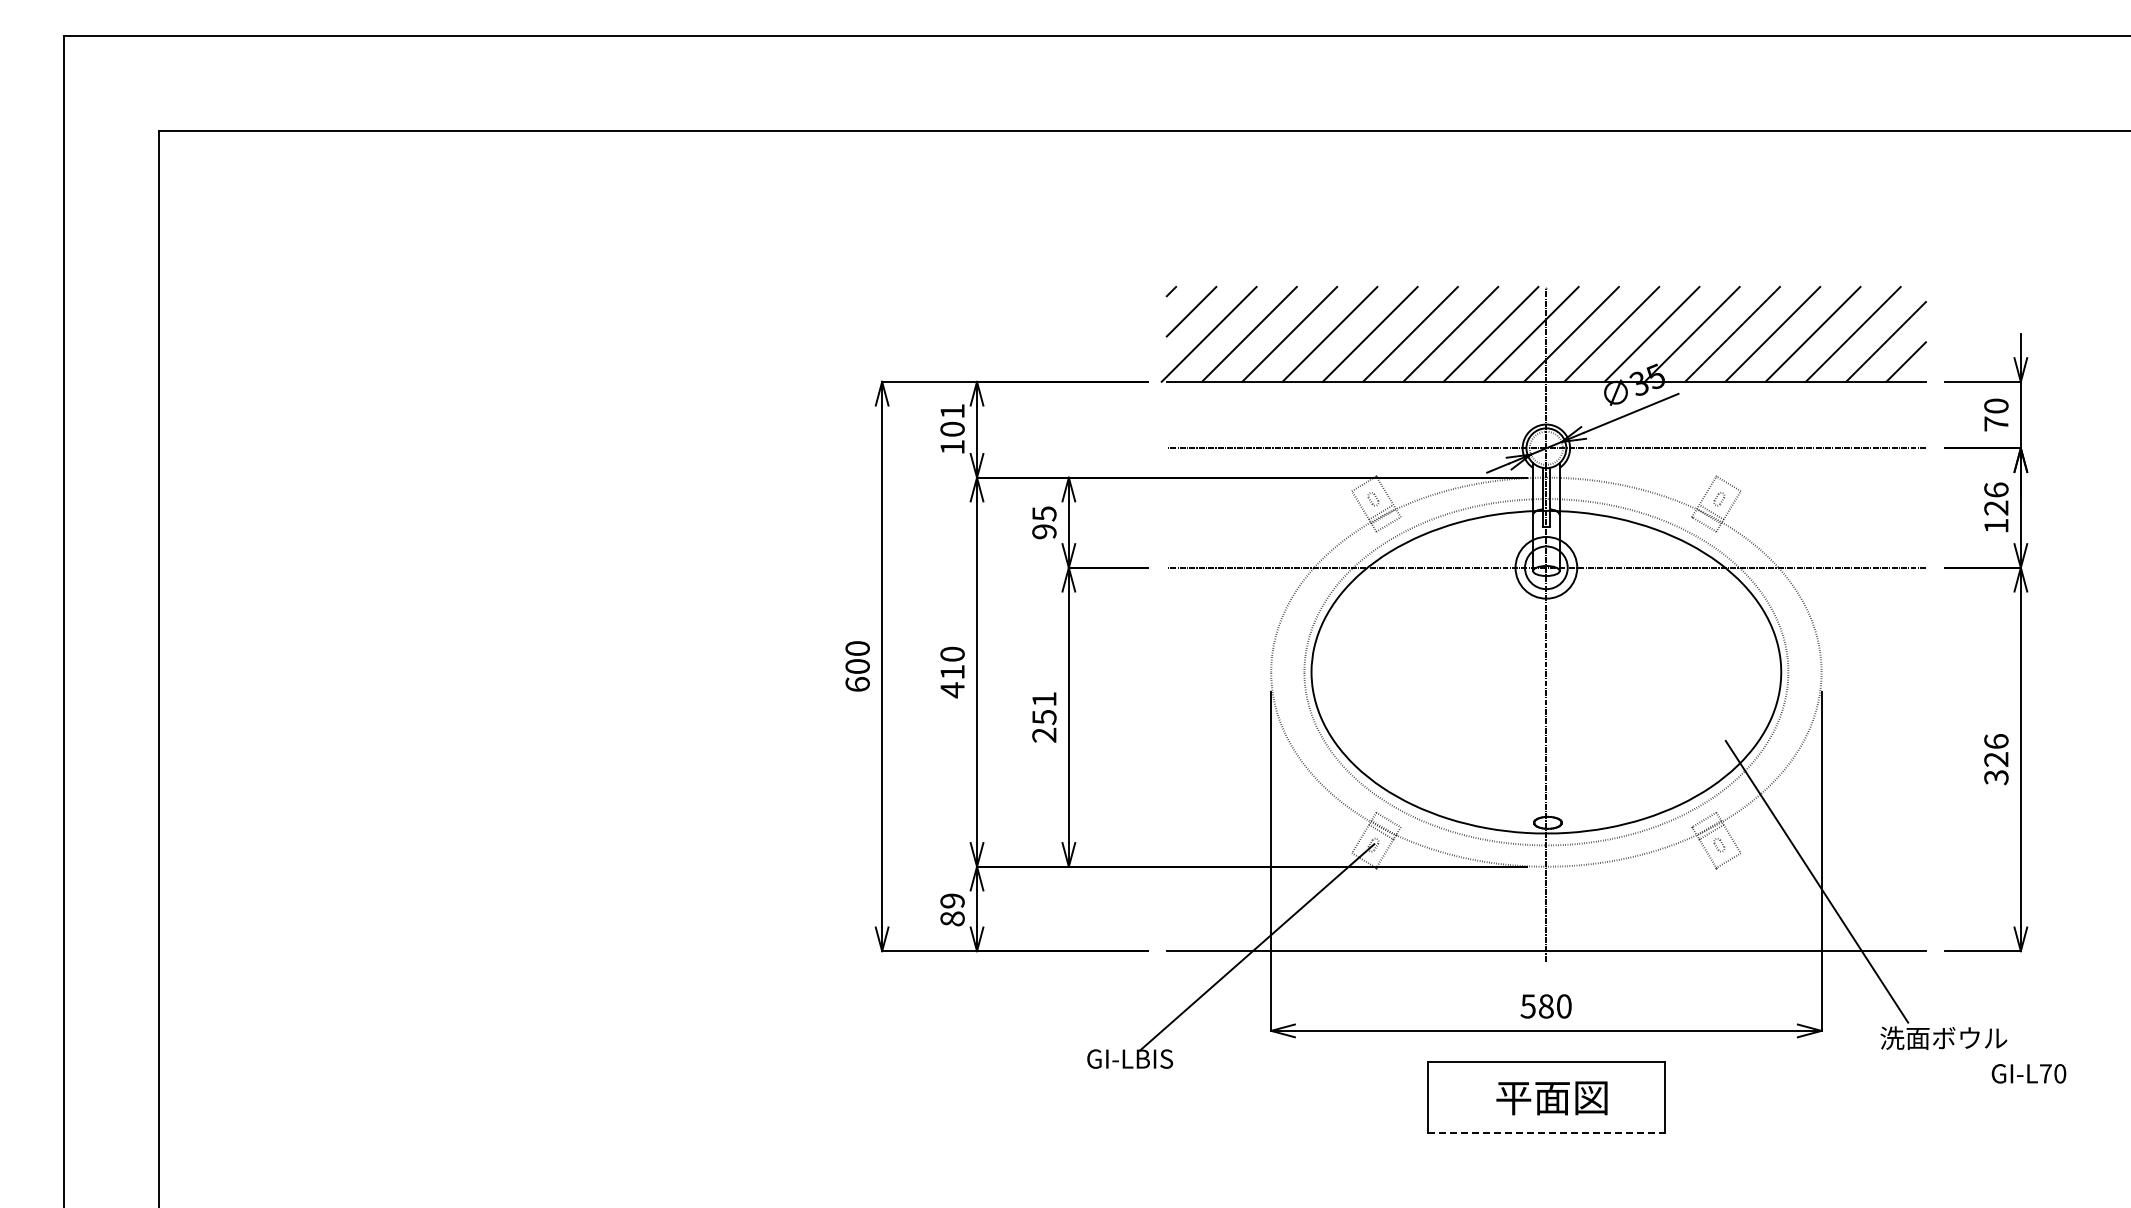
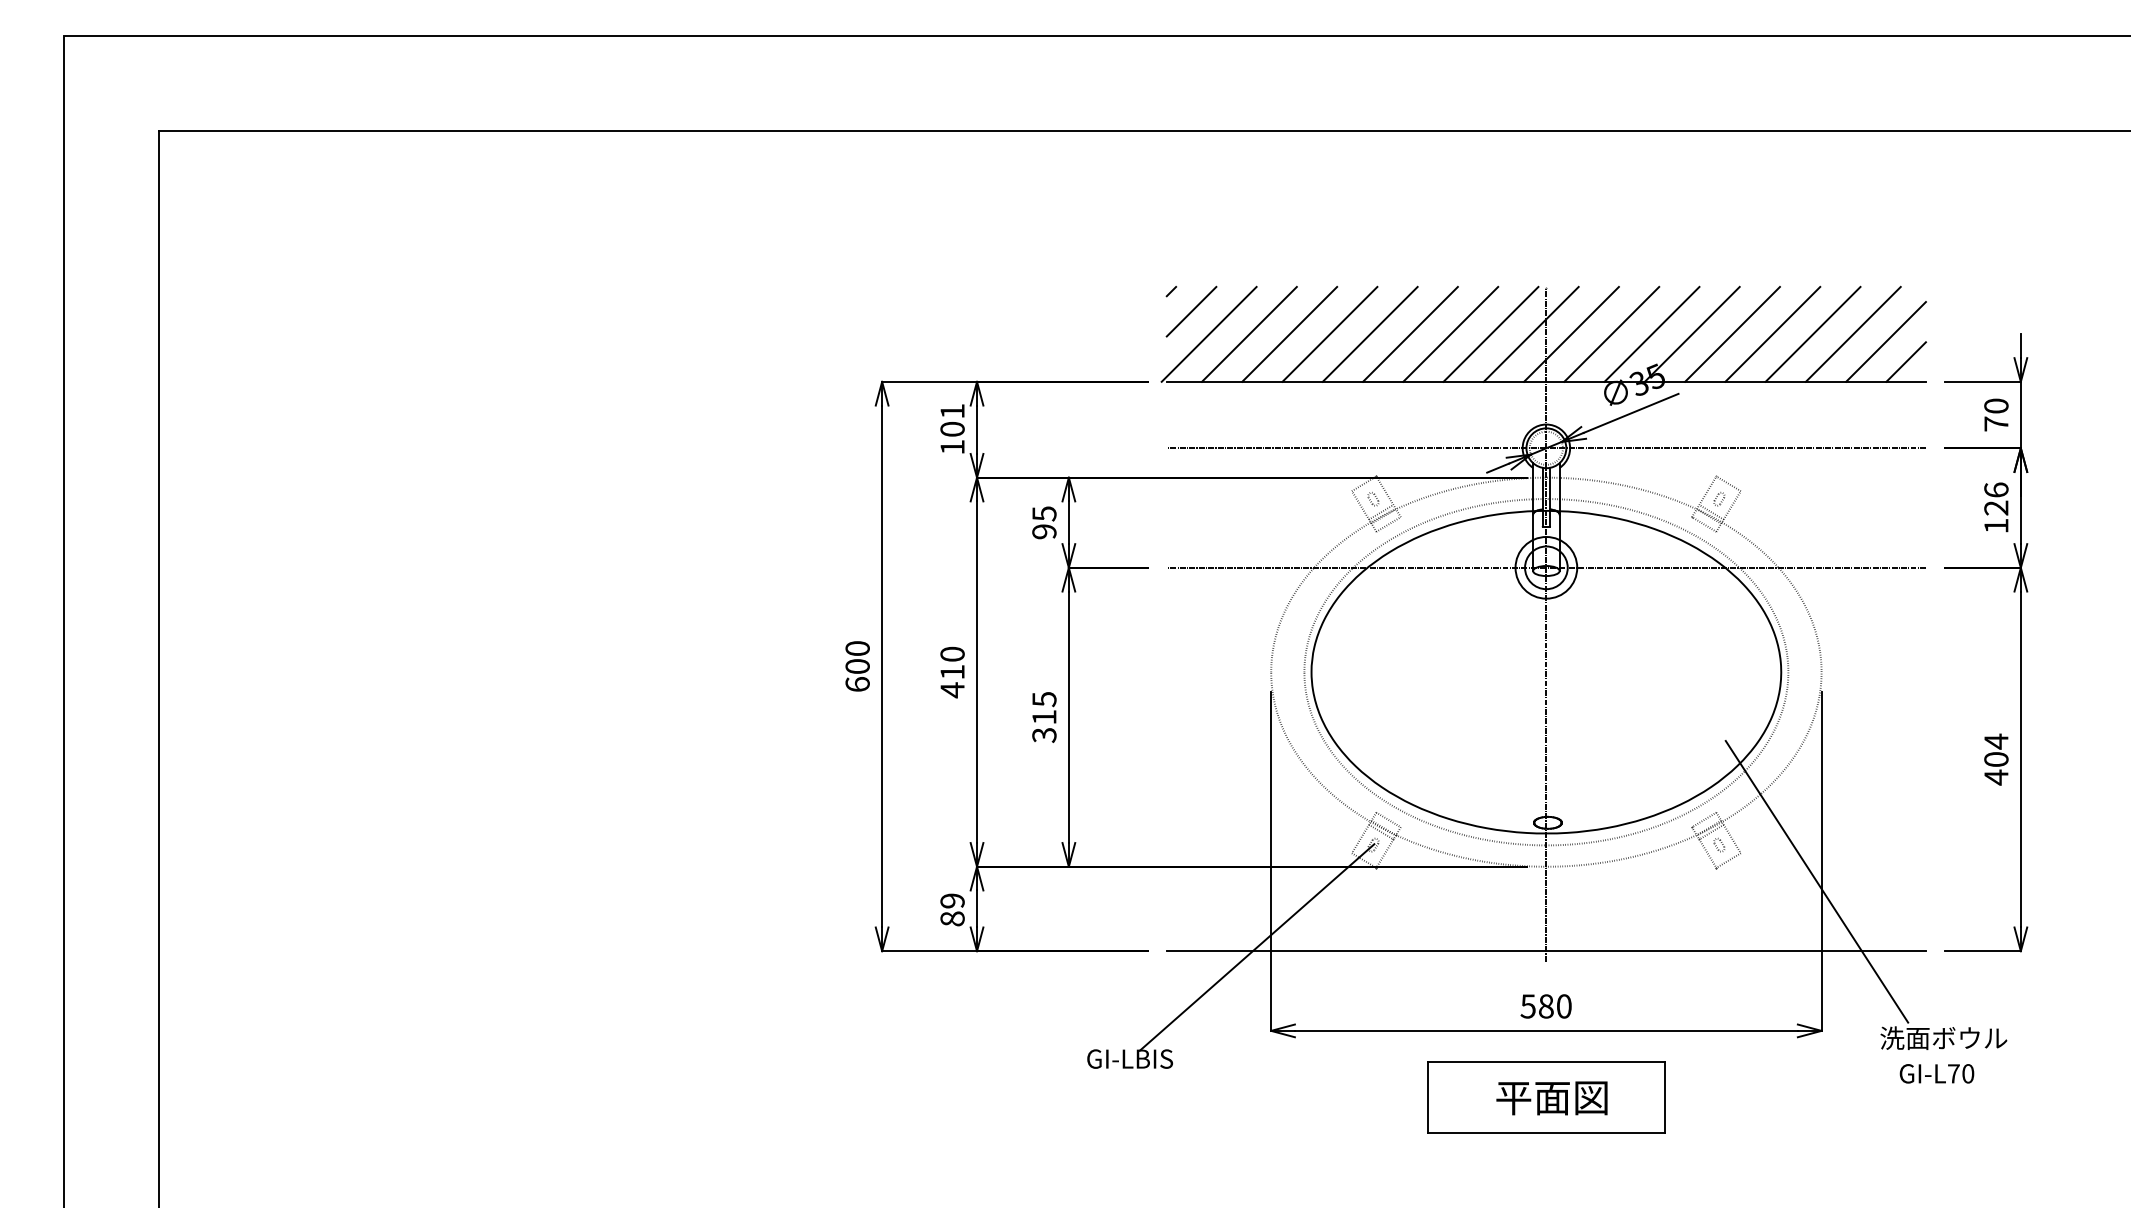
text at (1044, 717): 251 -> 315
text at (1996, 759): 326 -> 404
text at (2028, 1073) position: (2028, 1073) -> (1936, 1073)
line at (1546, 1132): dashed -> solid
